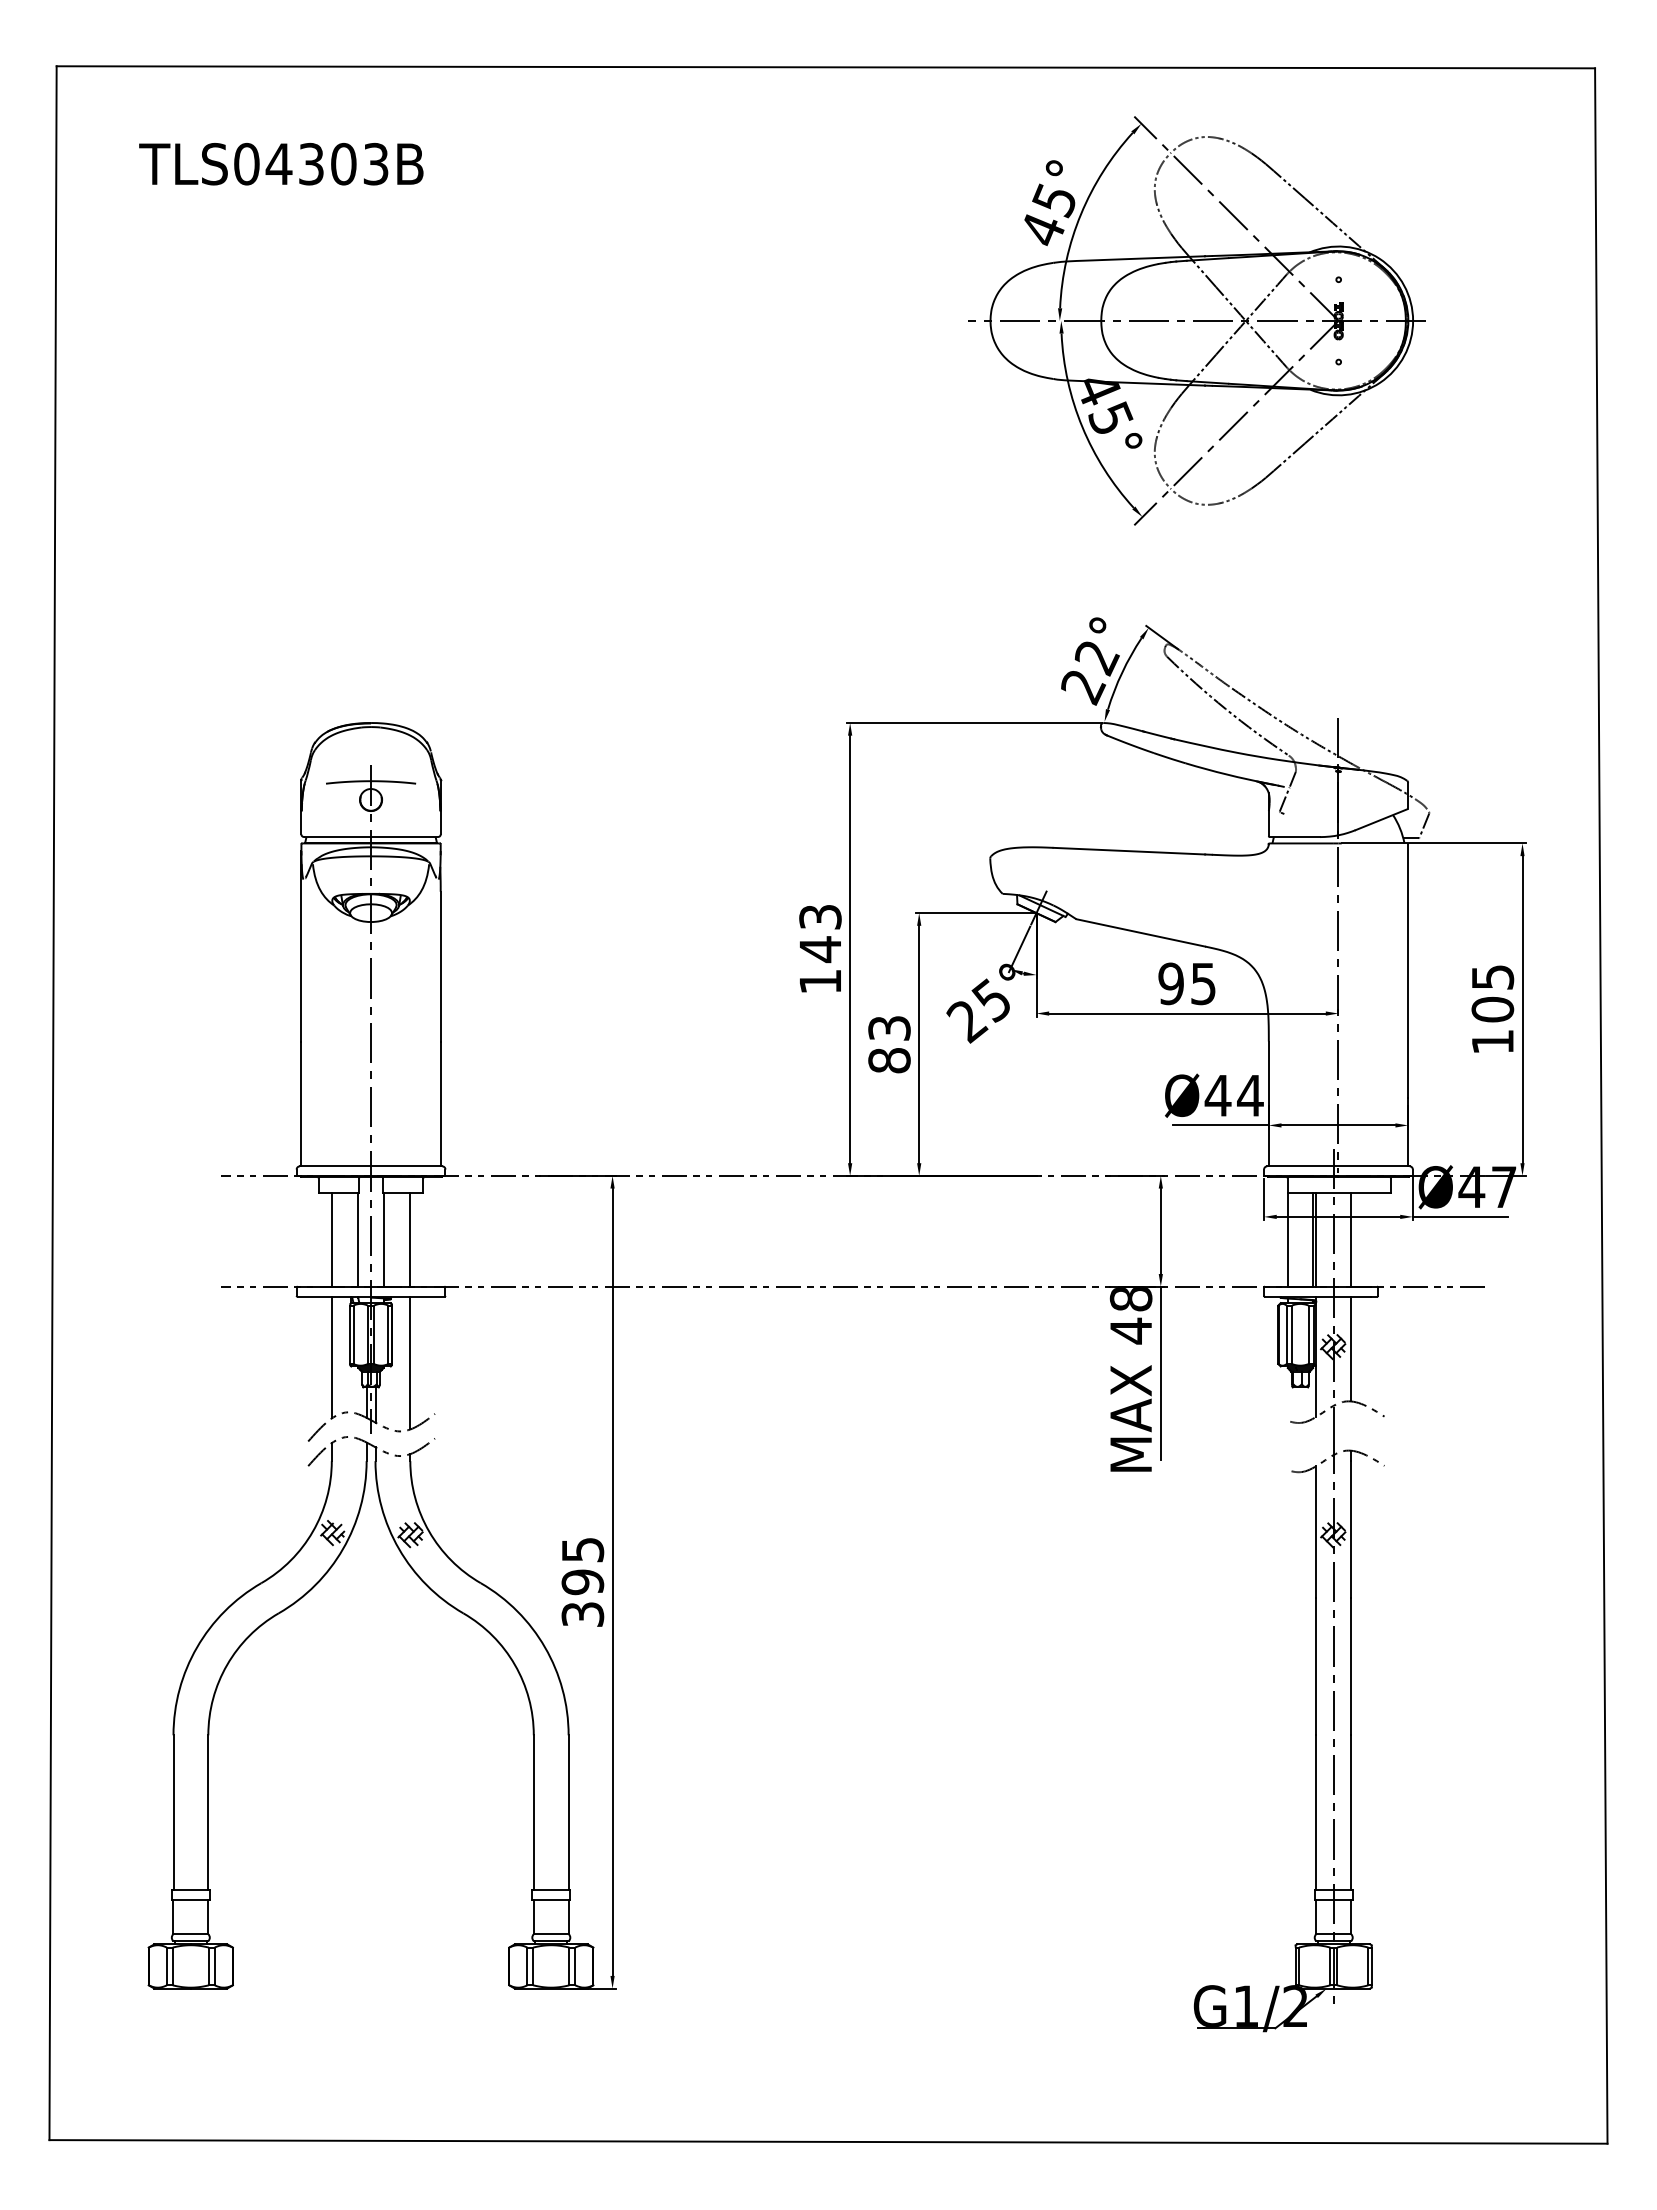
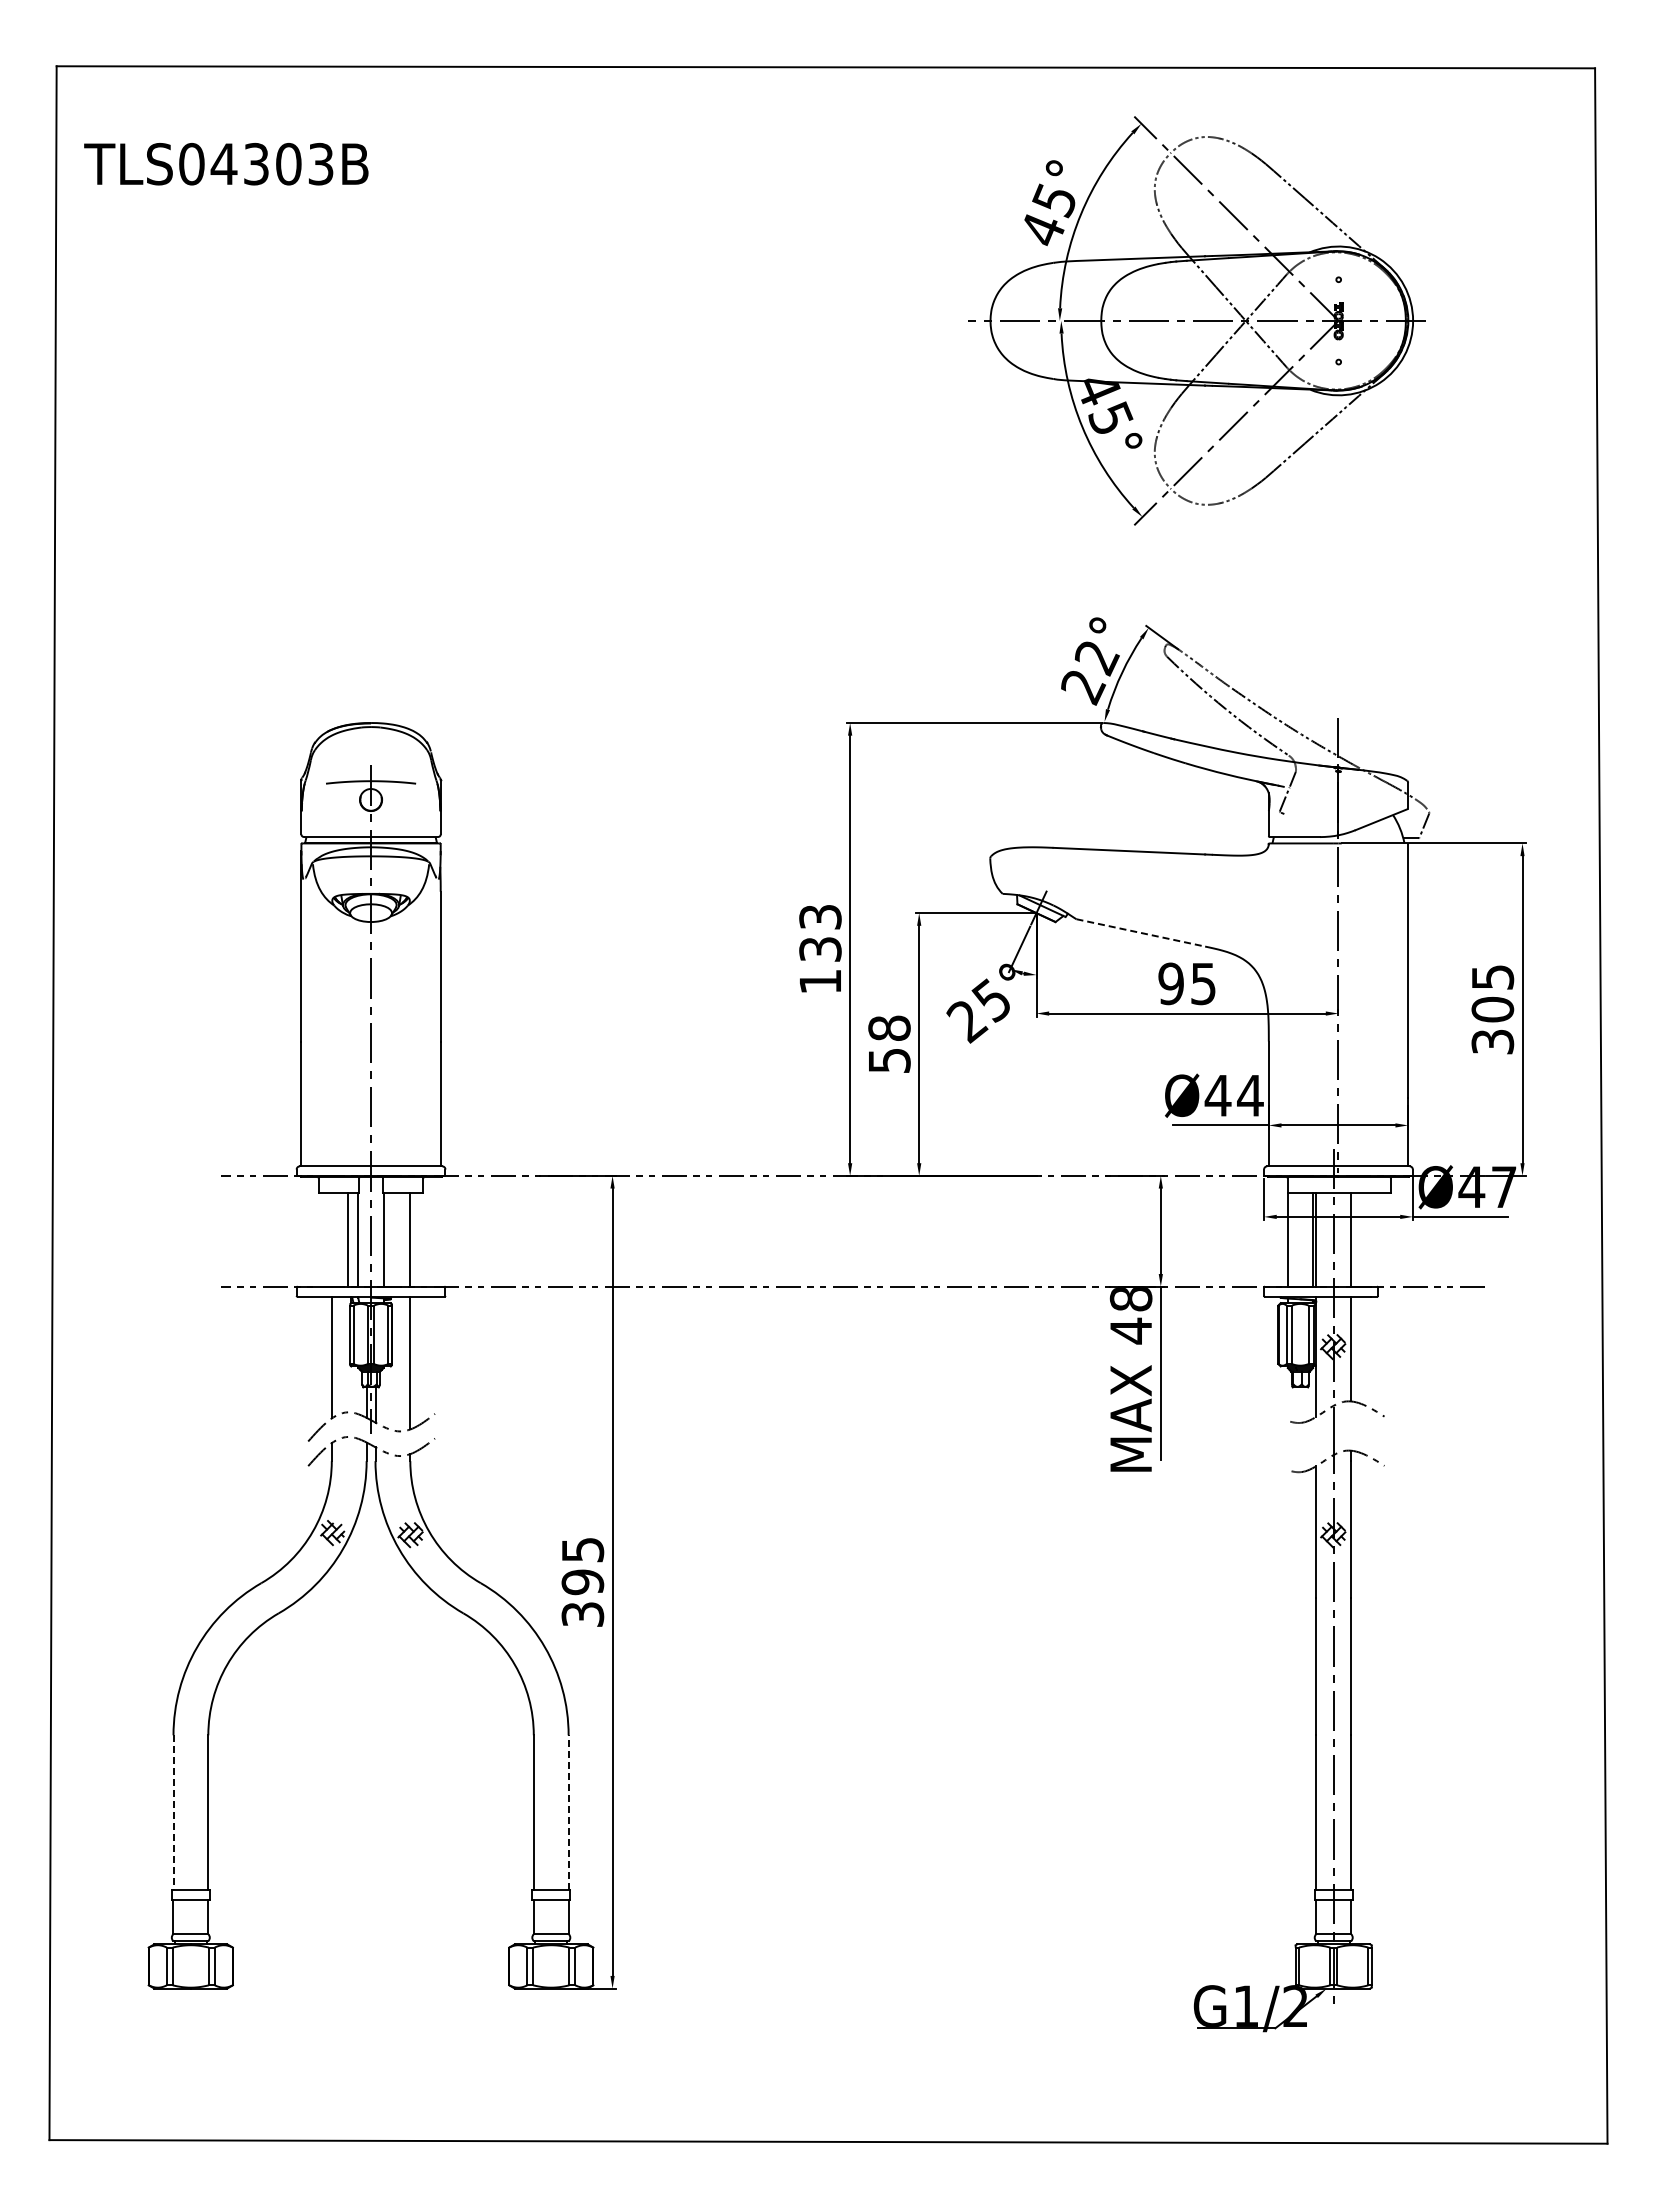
text at (281, 164) position: (281, 164) -> (226, 164)
line at (1140, 932): solid -> dashed
text at (820, 949): 143 -> 133
text at (1492, 1041): 105 -> 305
text at (889, 1044): 83 -> 58
line at (331, 1239) position: (331, 1239) -> (347, 1239)
line at (173, 1812): solid -> dashed
line at (568, 1812): solid -> dashed
